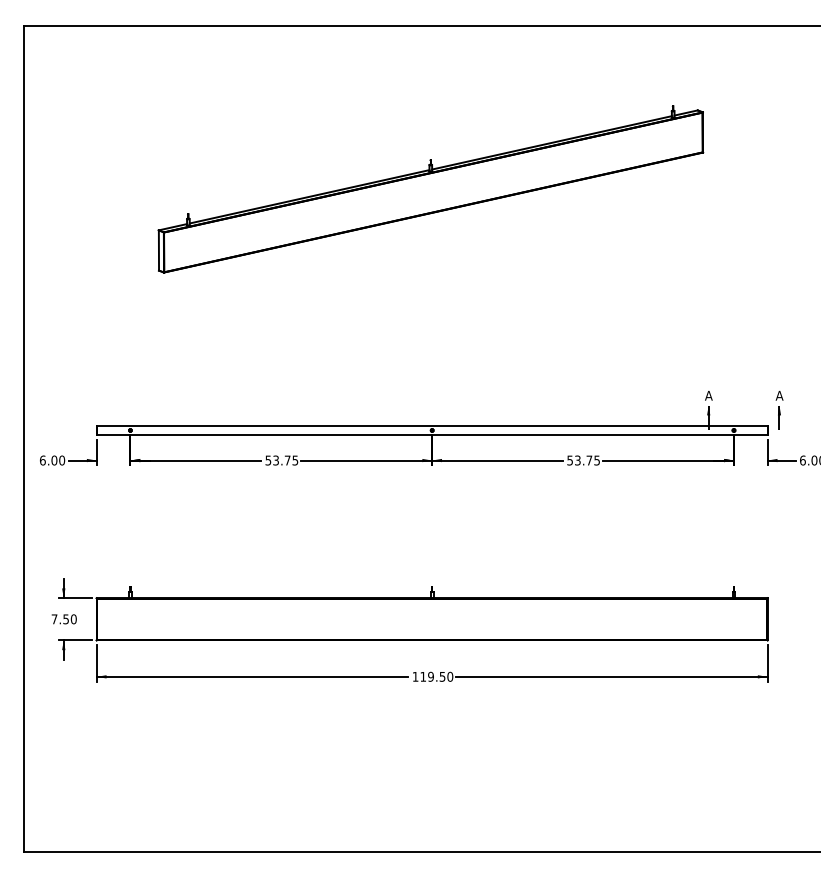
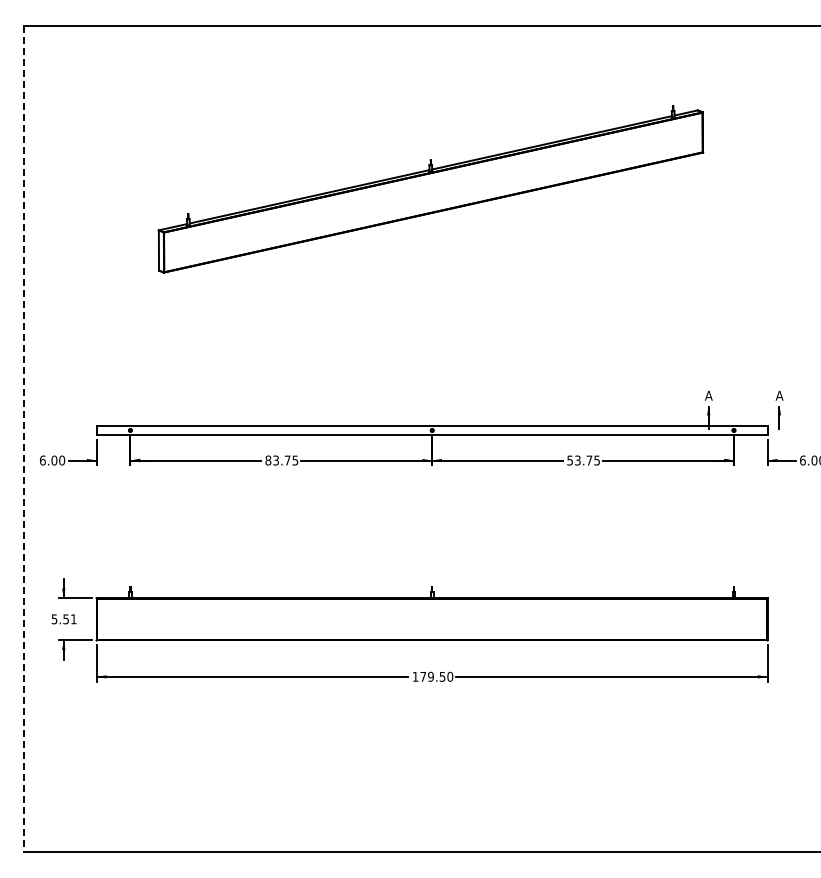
line at (24, 438): solid -> dashed
text at (268, 460): 53.75 -> 83.75
text at (63, 619): 7.50 -> 5.51
text at (423, 676): 119.50 -> 179.50
